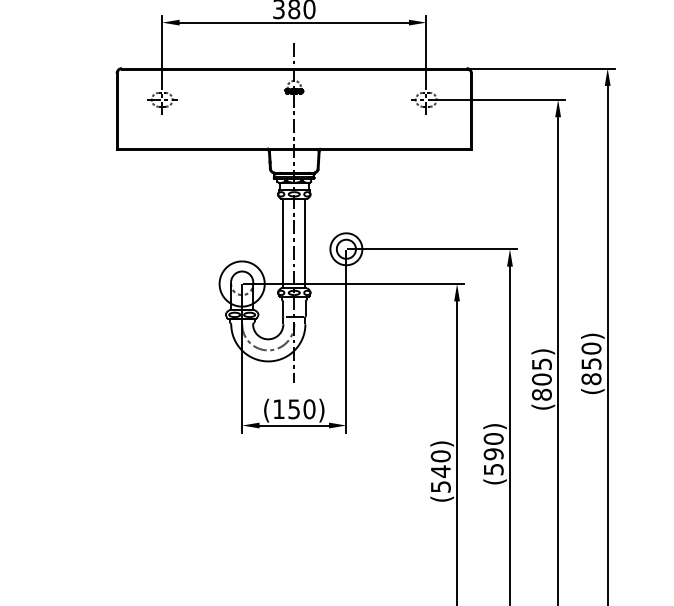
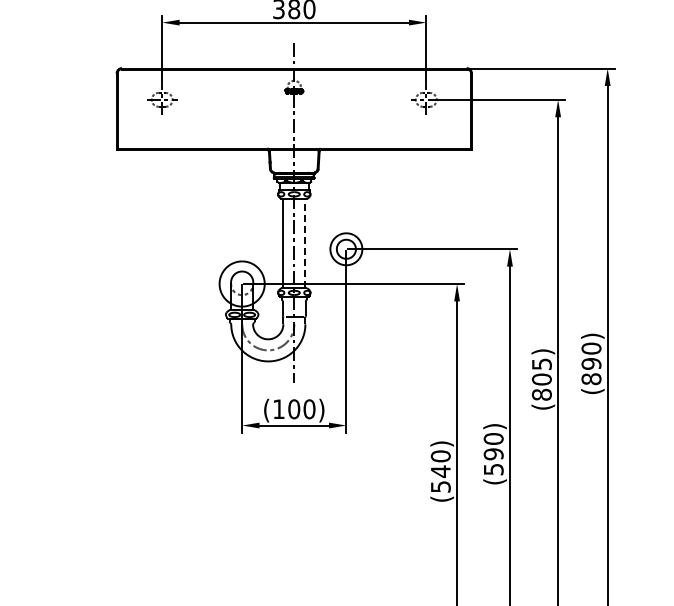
line at (305, 243): solid -> dashed
text at (591, 363): (850) -> (890)
text at (294, 409): (150) -> (100)
